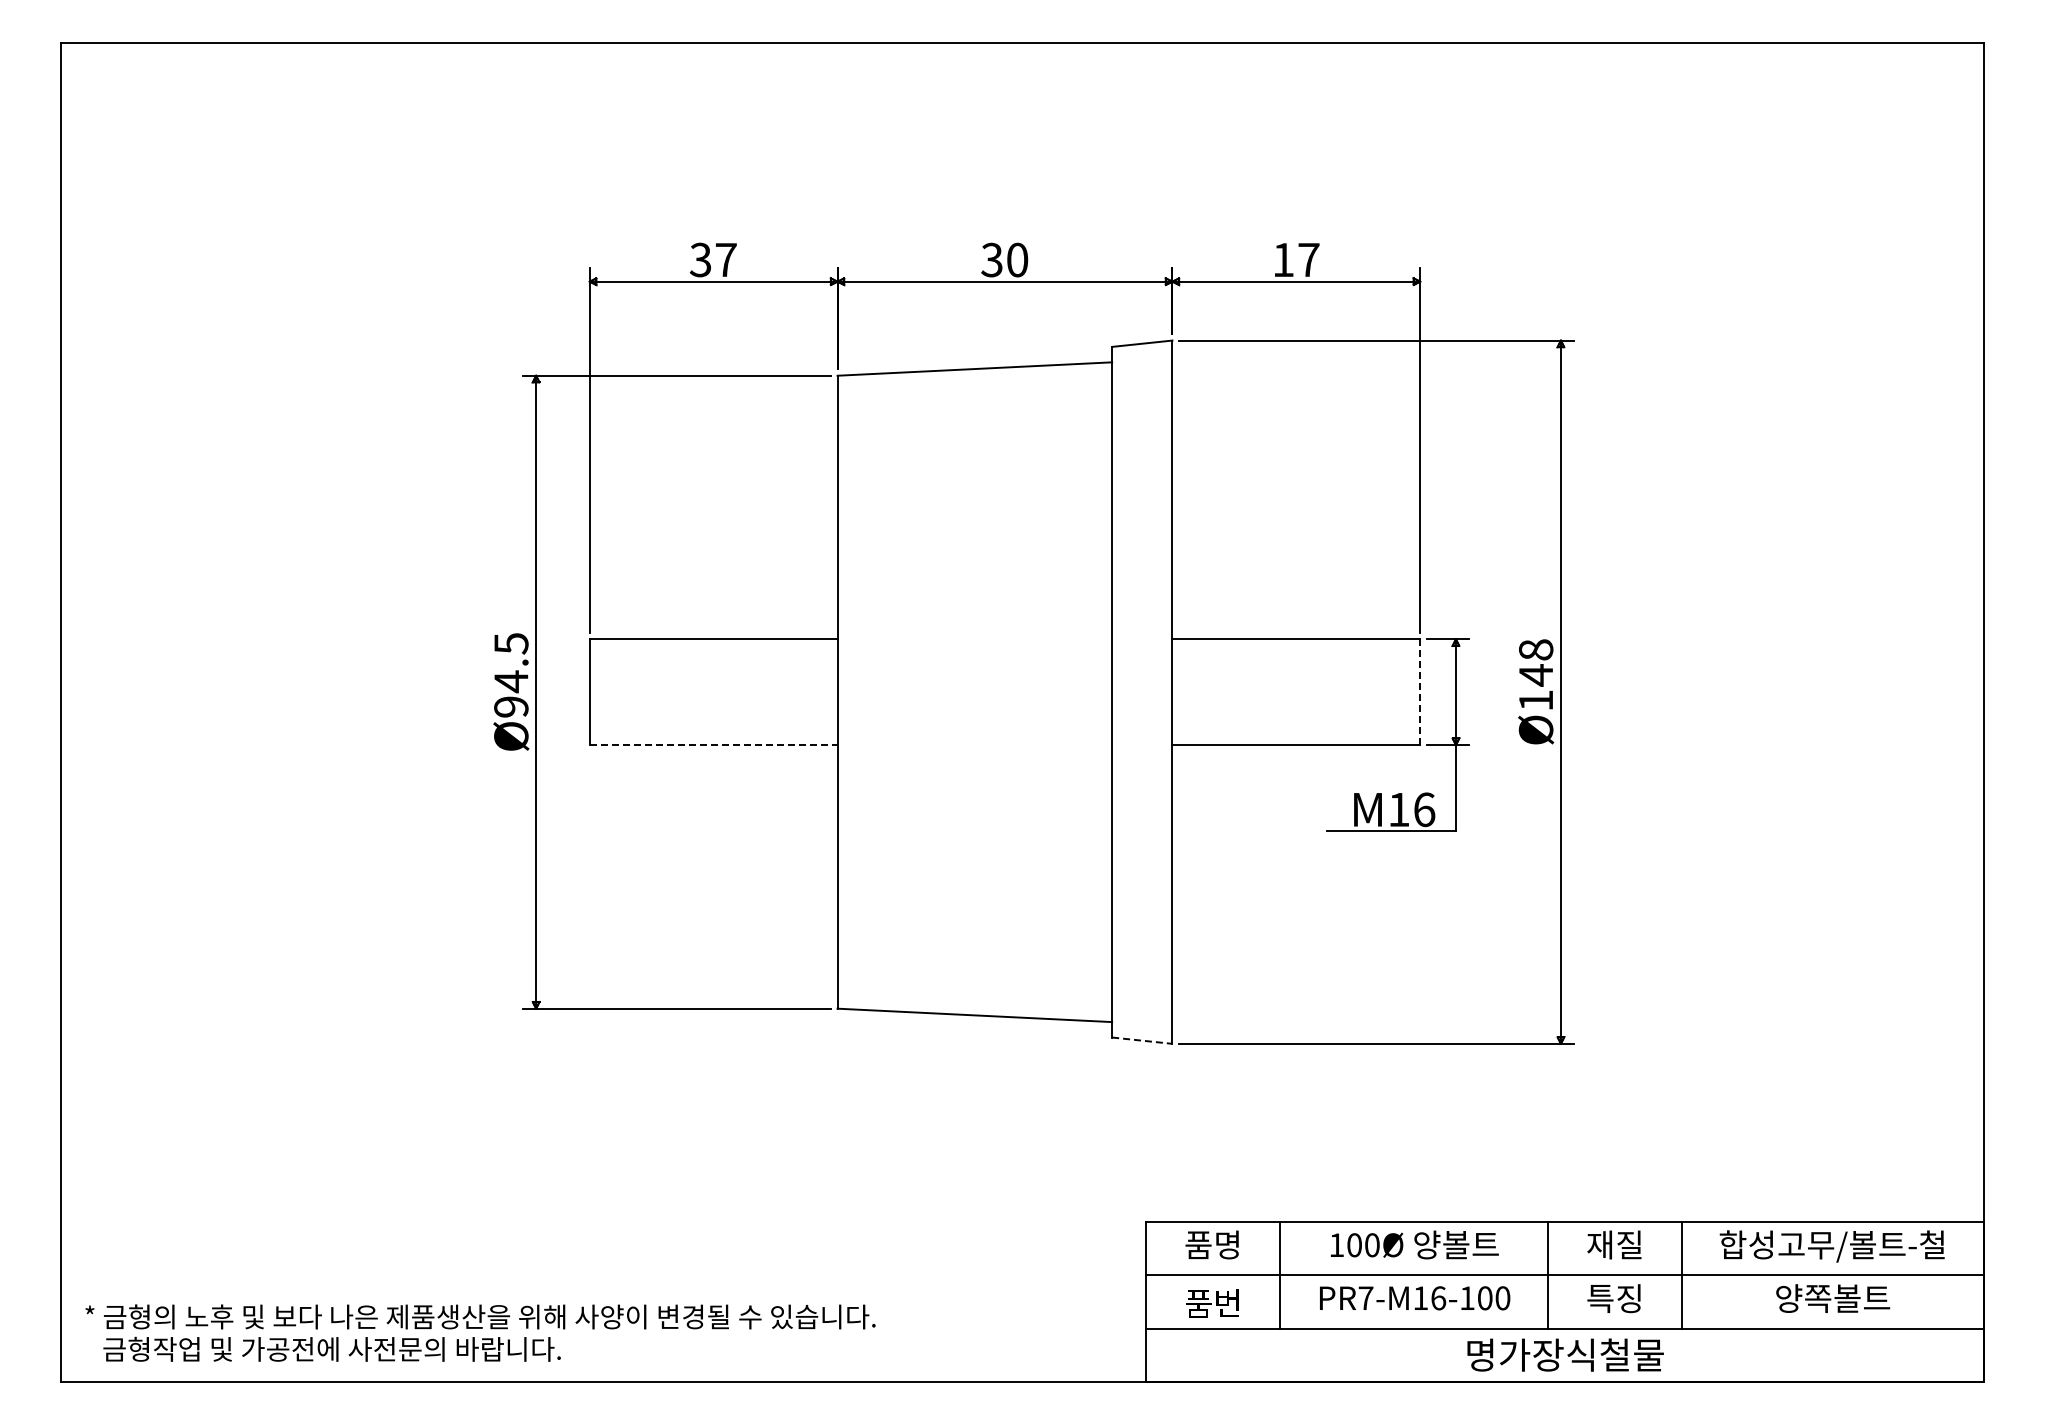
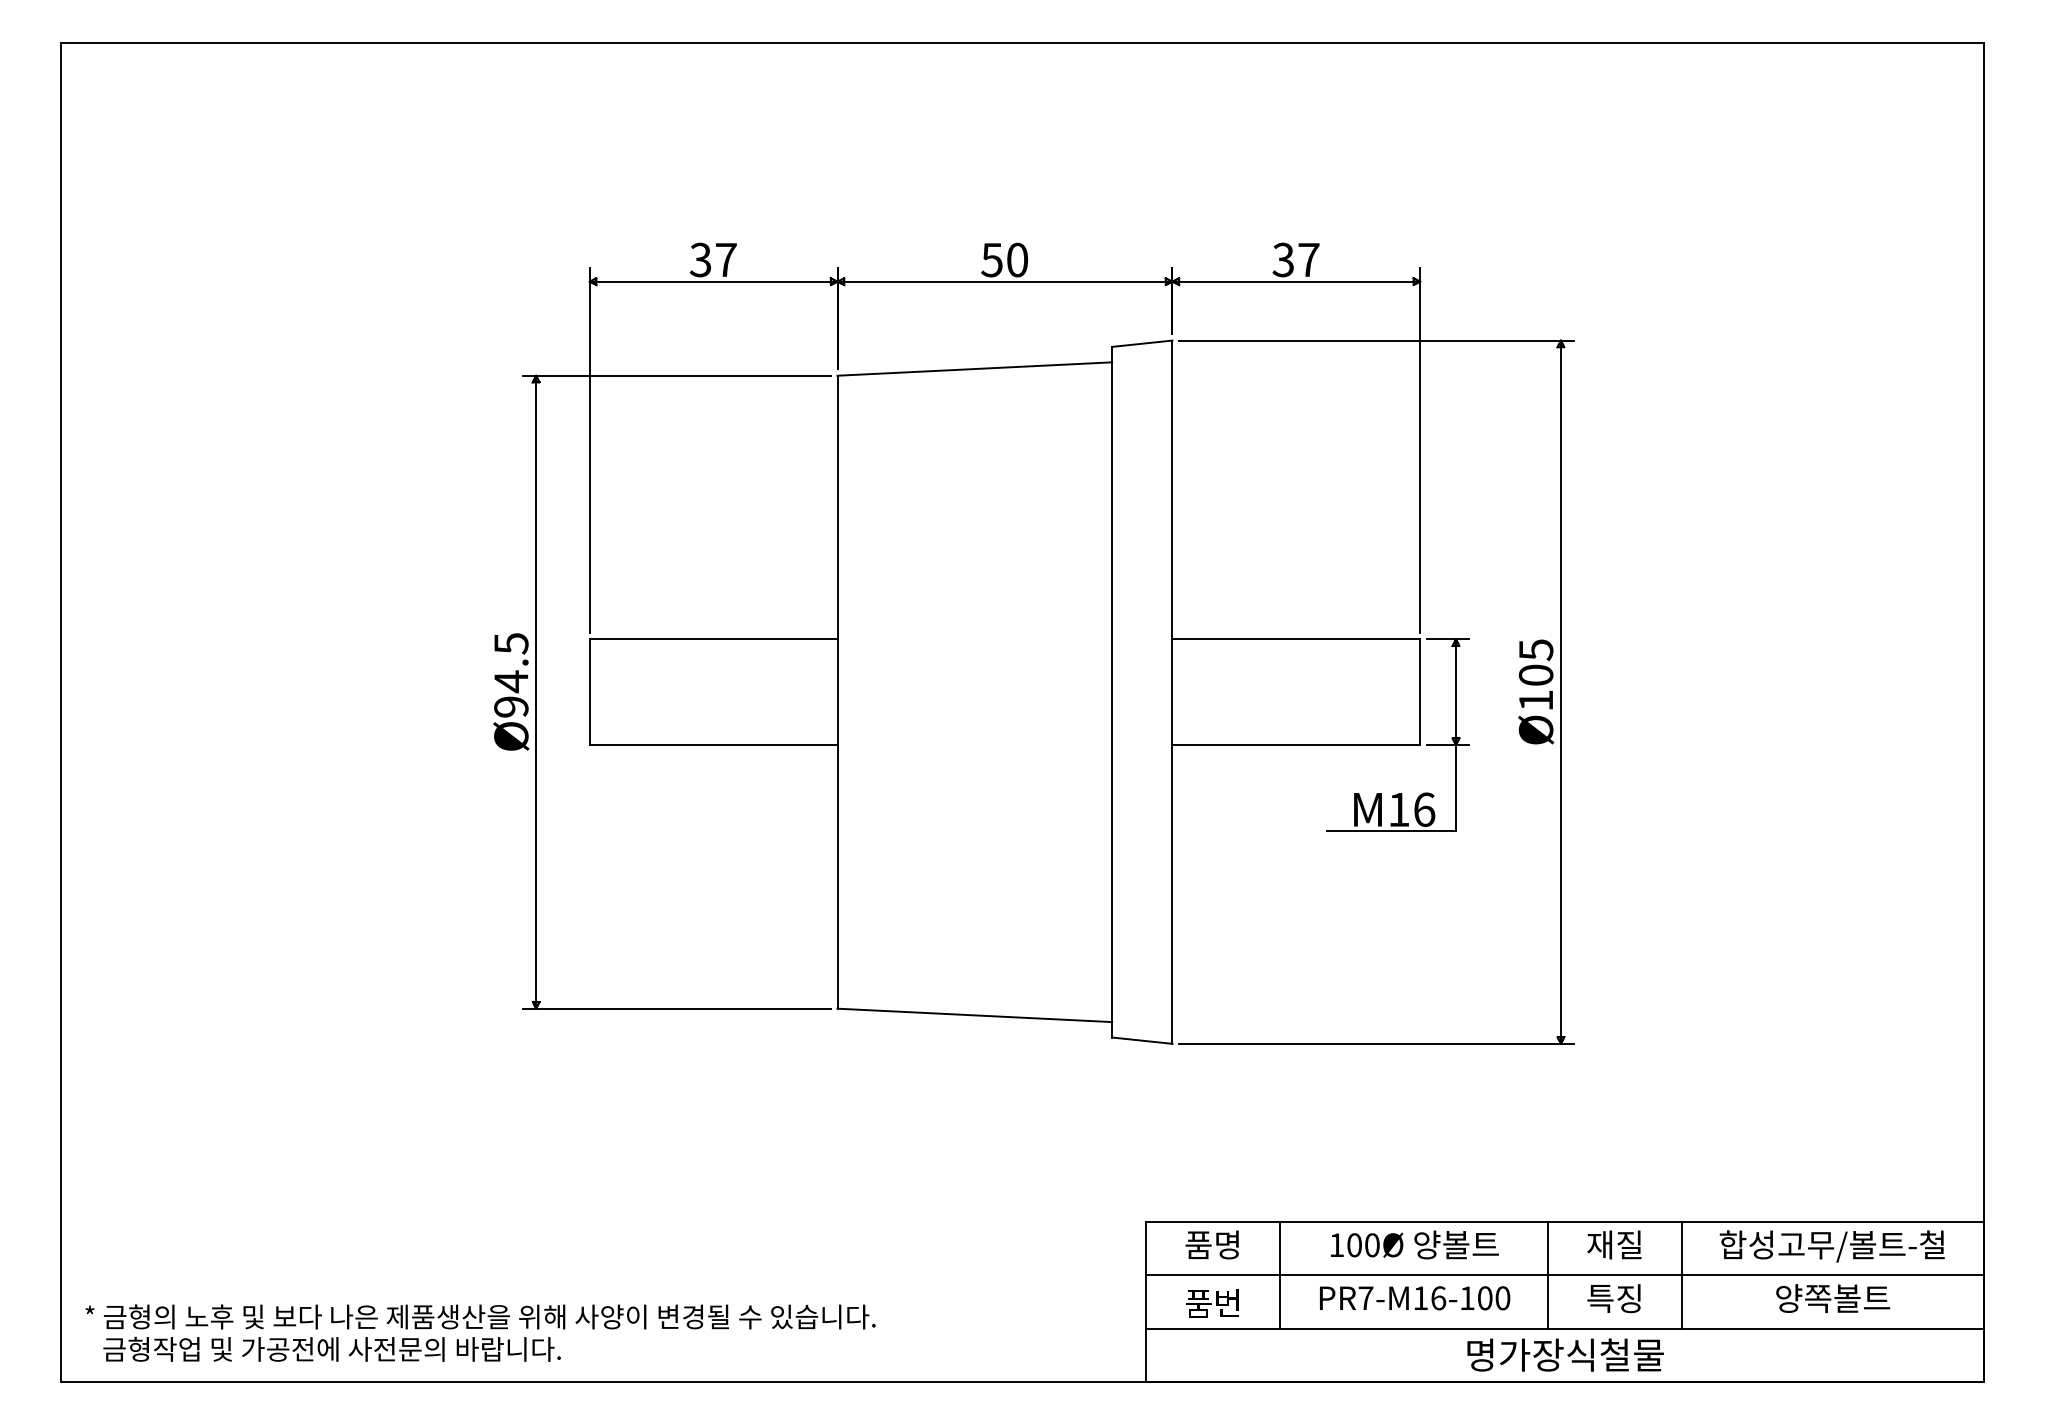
text at (991, 259): 30 -> 50
text at (1282, 259): 17 -> 37
text at (1535, 662): Ø148 -> Ø105
line at (1420, 692): dashed -> solid
line at (713, 745): dashed -> solid
line at (1142, 1040): dashed -> solid
